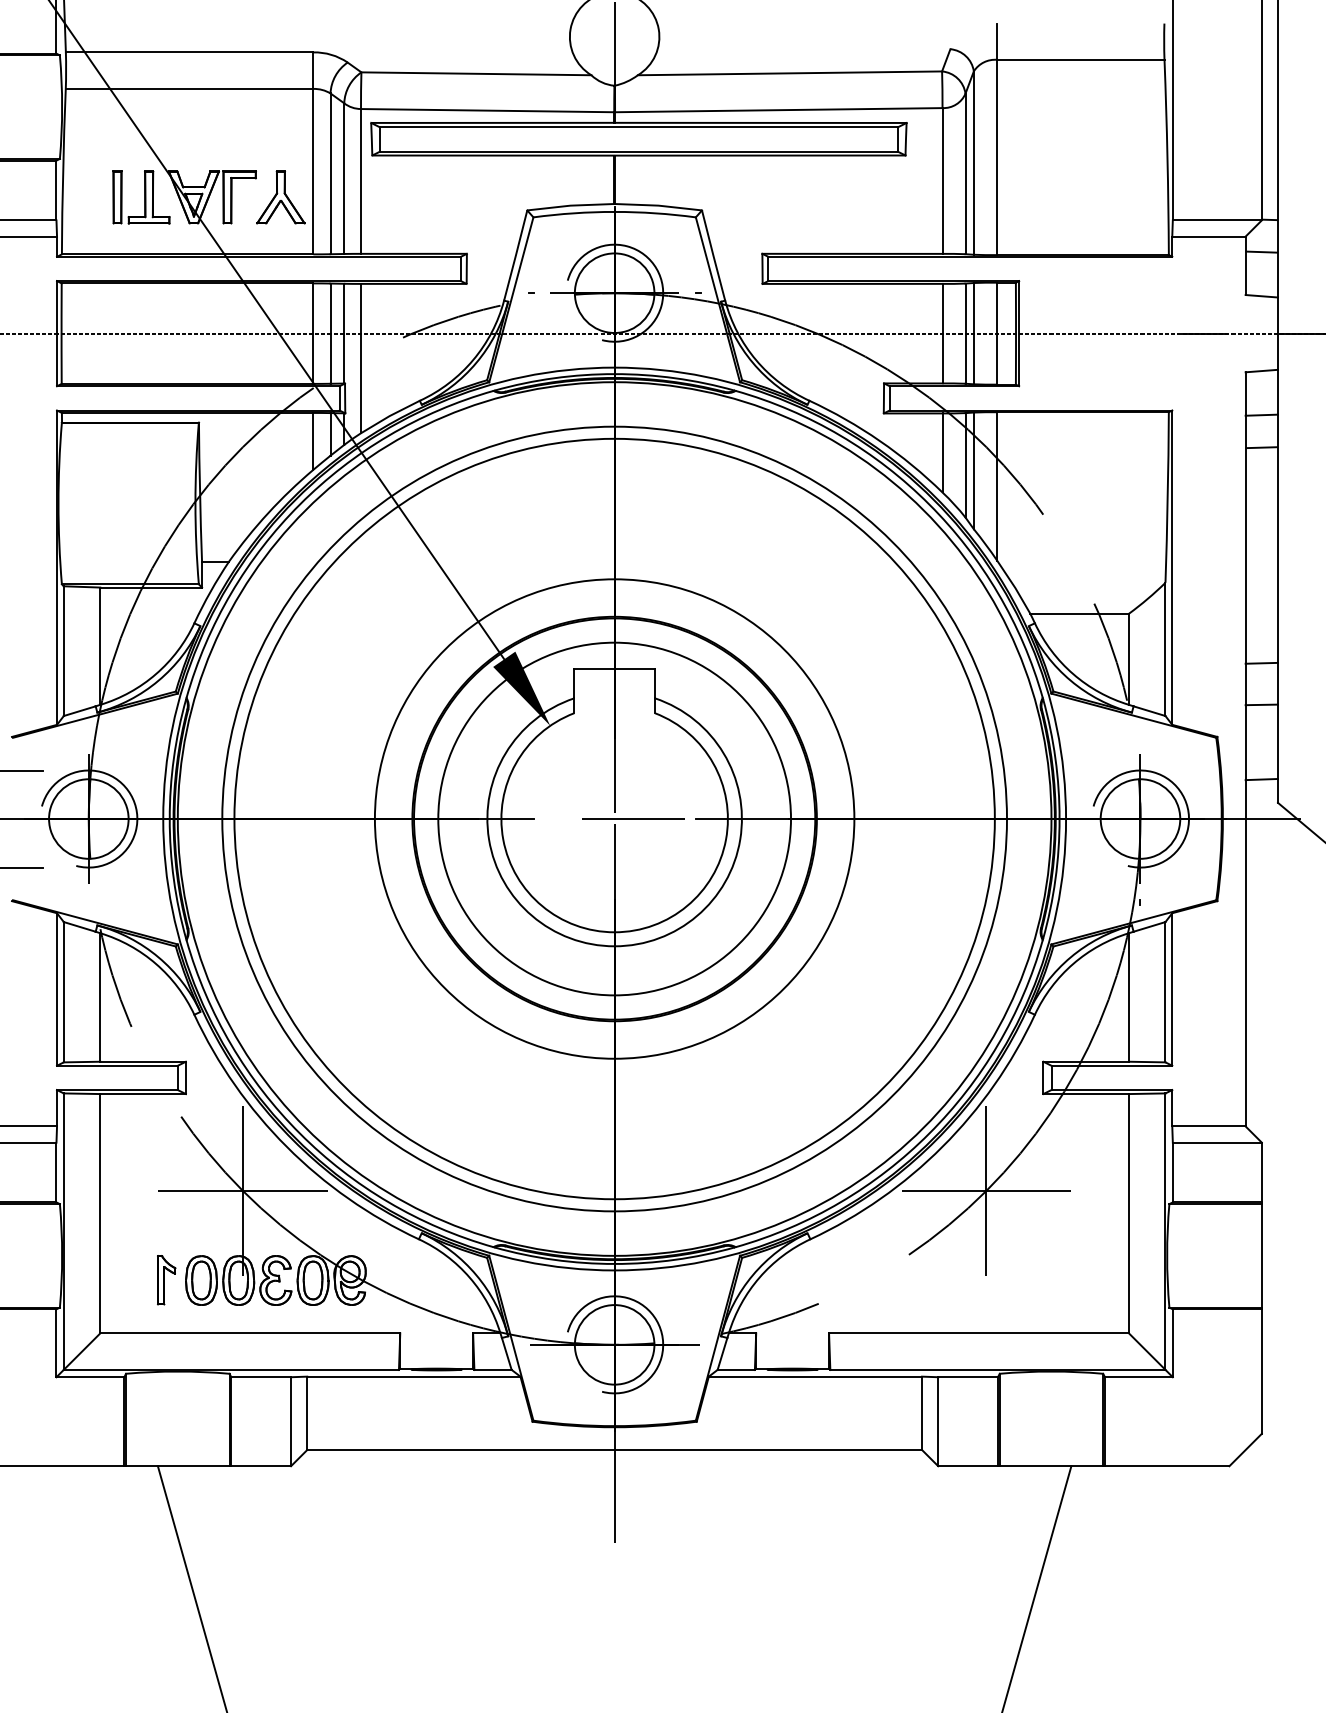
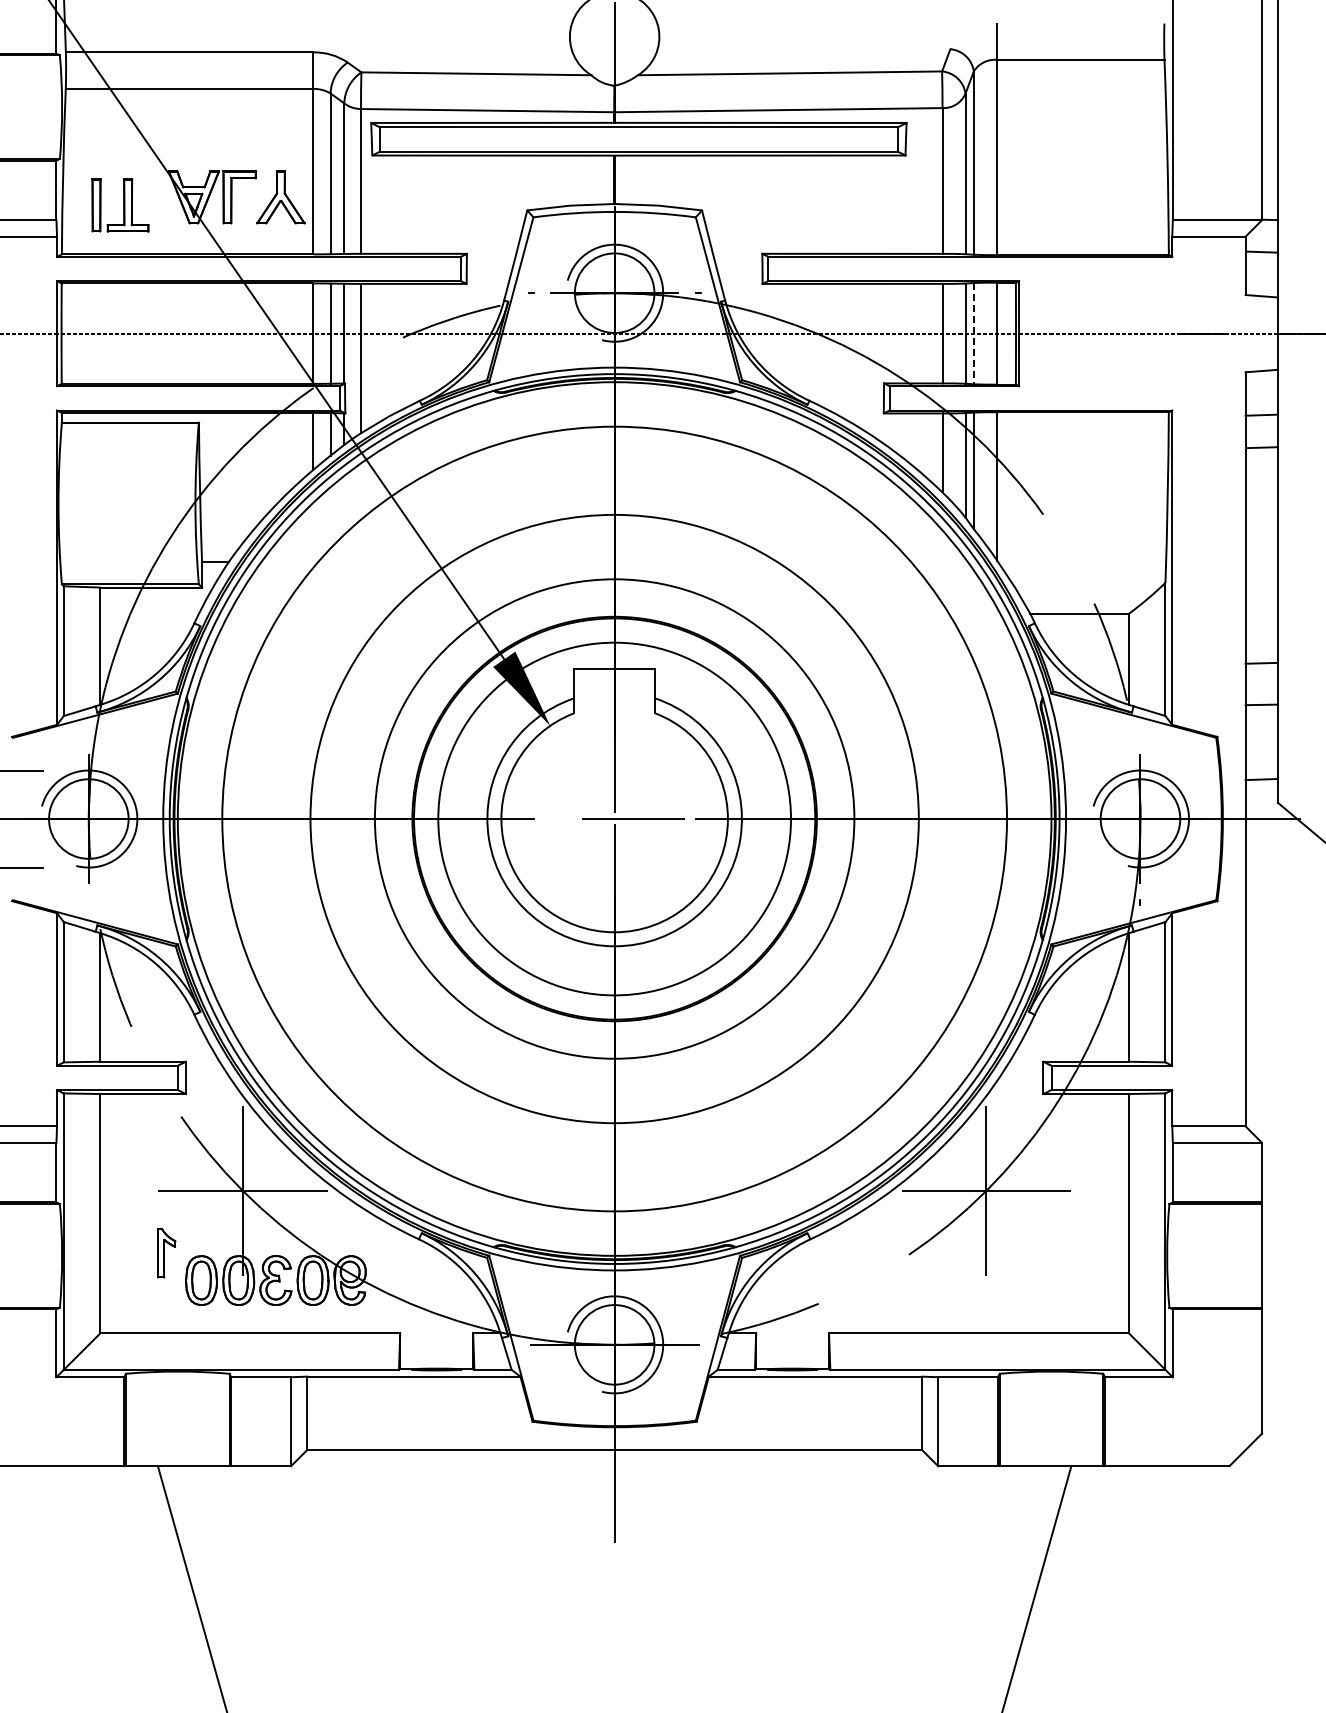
part at (141, 197) position: (141, 197) -> (120, 205)
line at (973, 333): solid -> dashed
circle at (614, 818) diameter: 760 px -> 608 px
part at (166, 1280) position: (166, 1280) -> (166, 1253)
